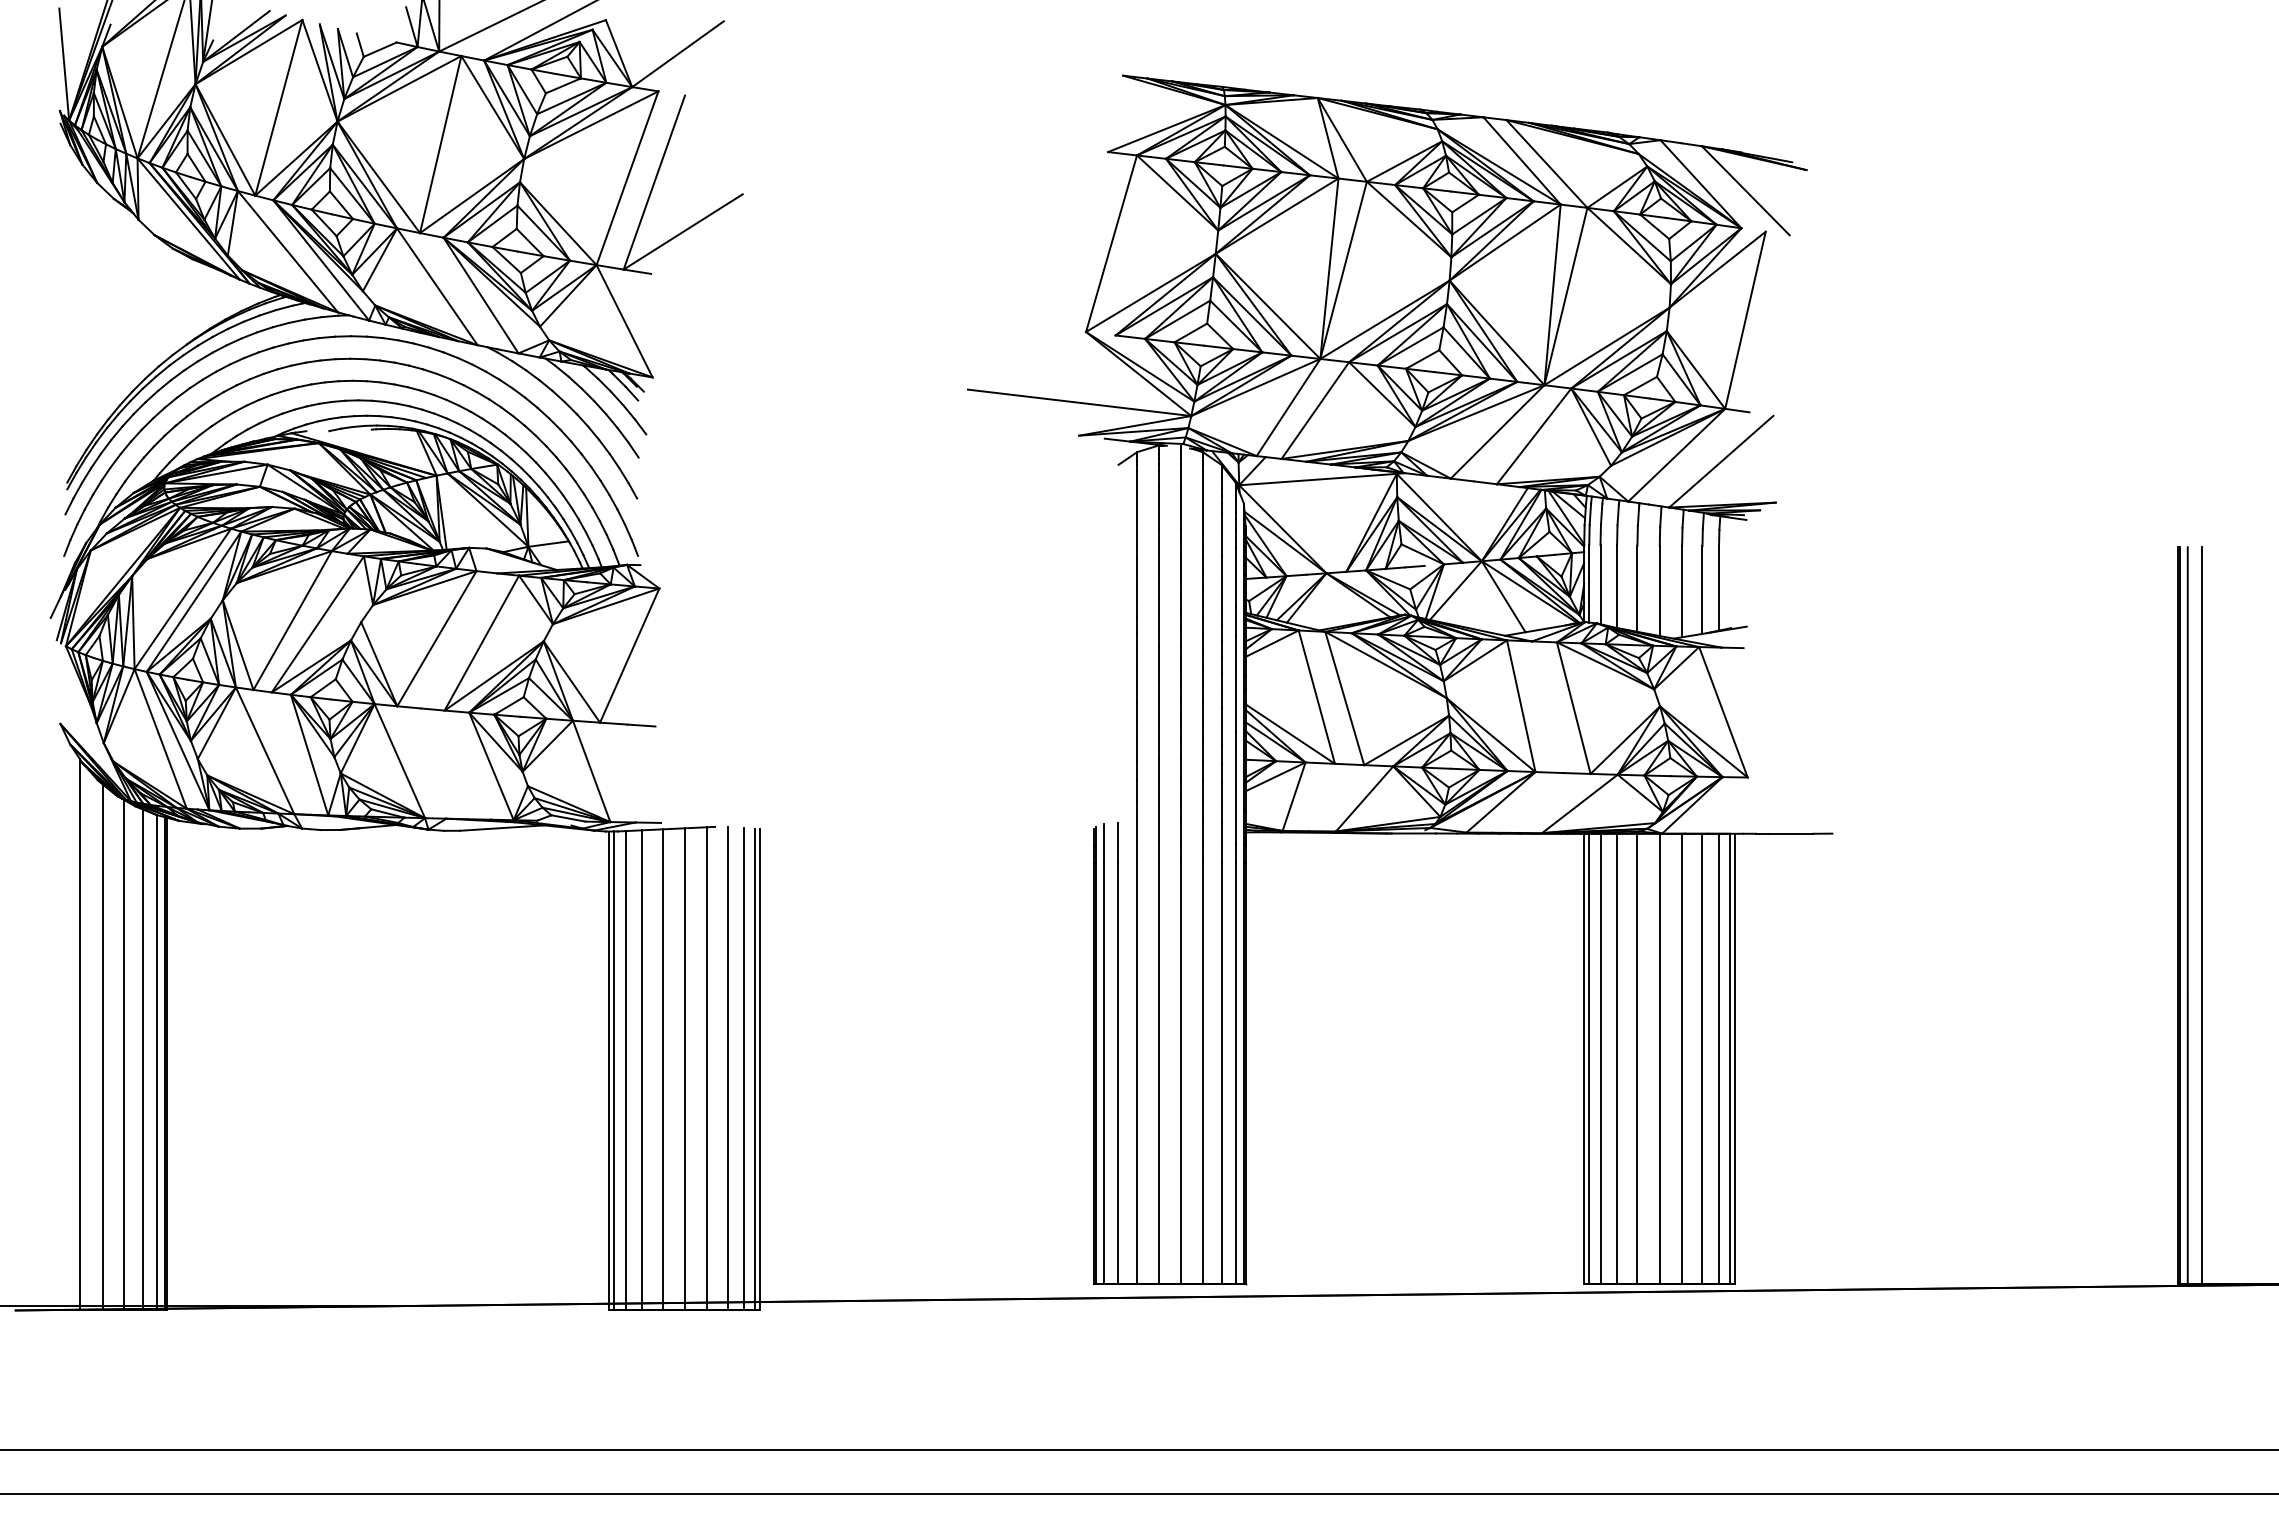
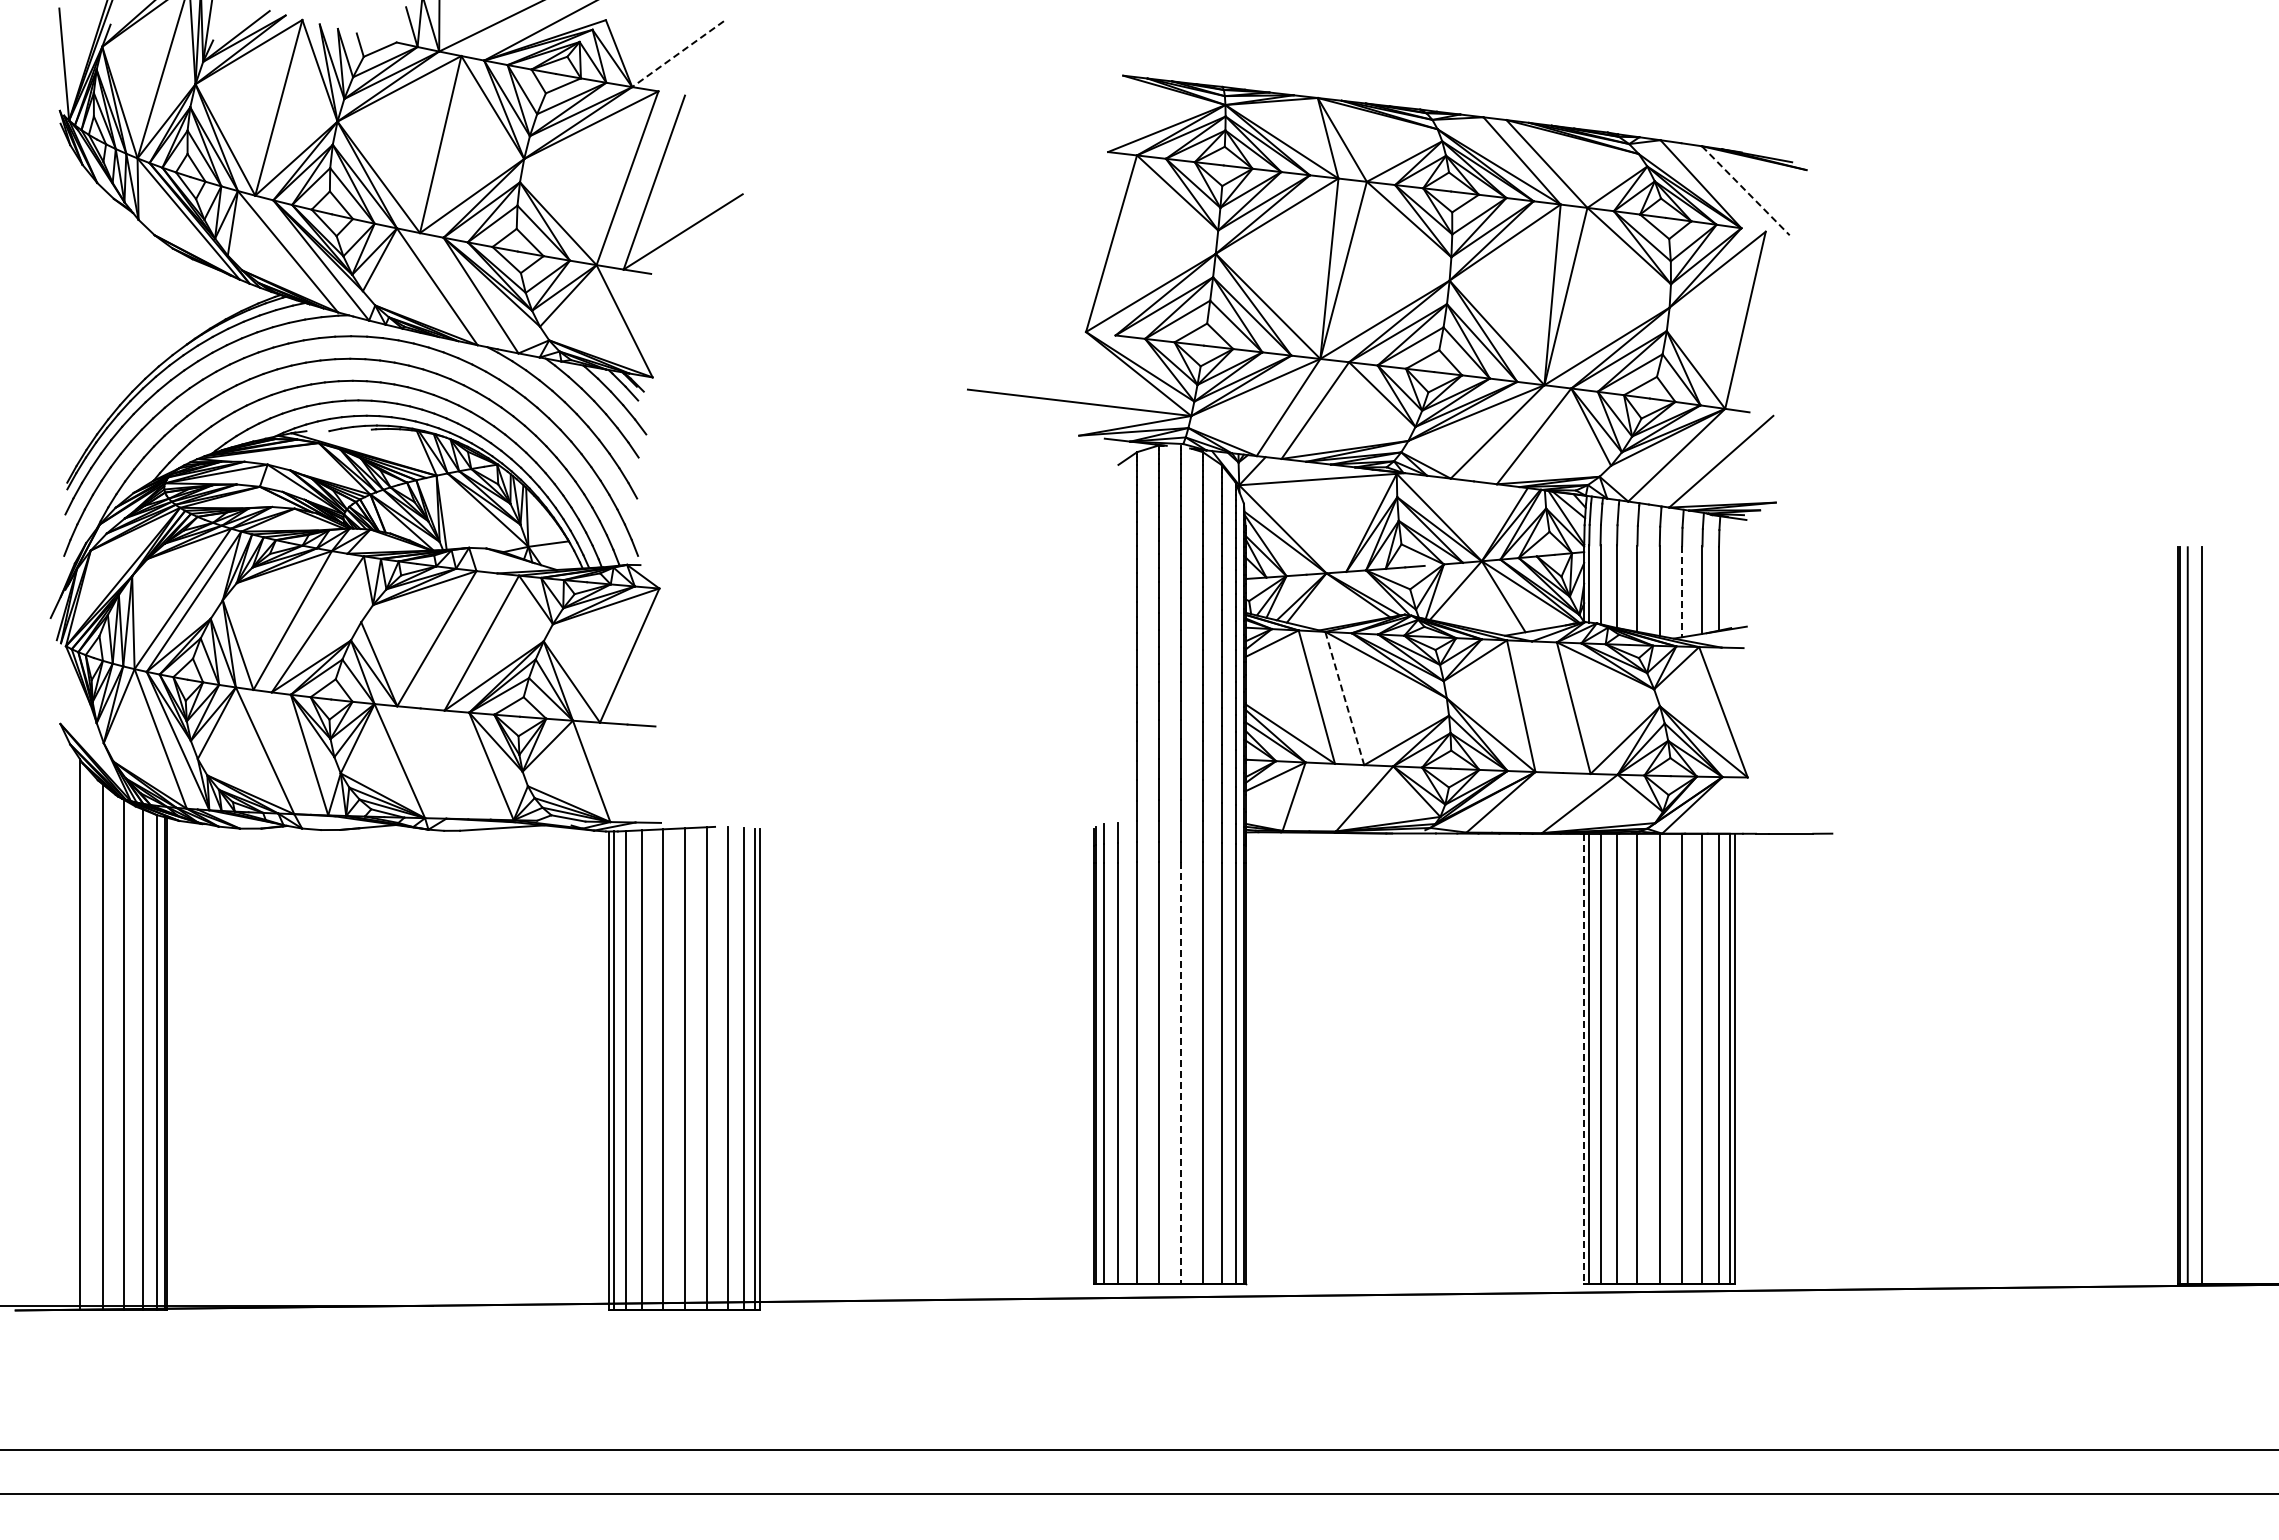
line at (677, 54): solid -> dashed
line at (1745, 190): solid -> dashed
line at (1682, 591): solid -> dashed
line at (1344, 698): solid -> dashed
line at (1584, 1059): solid -> dashed
line at (1181, 1073): solid -> dashed
